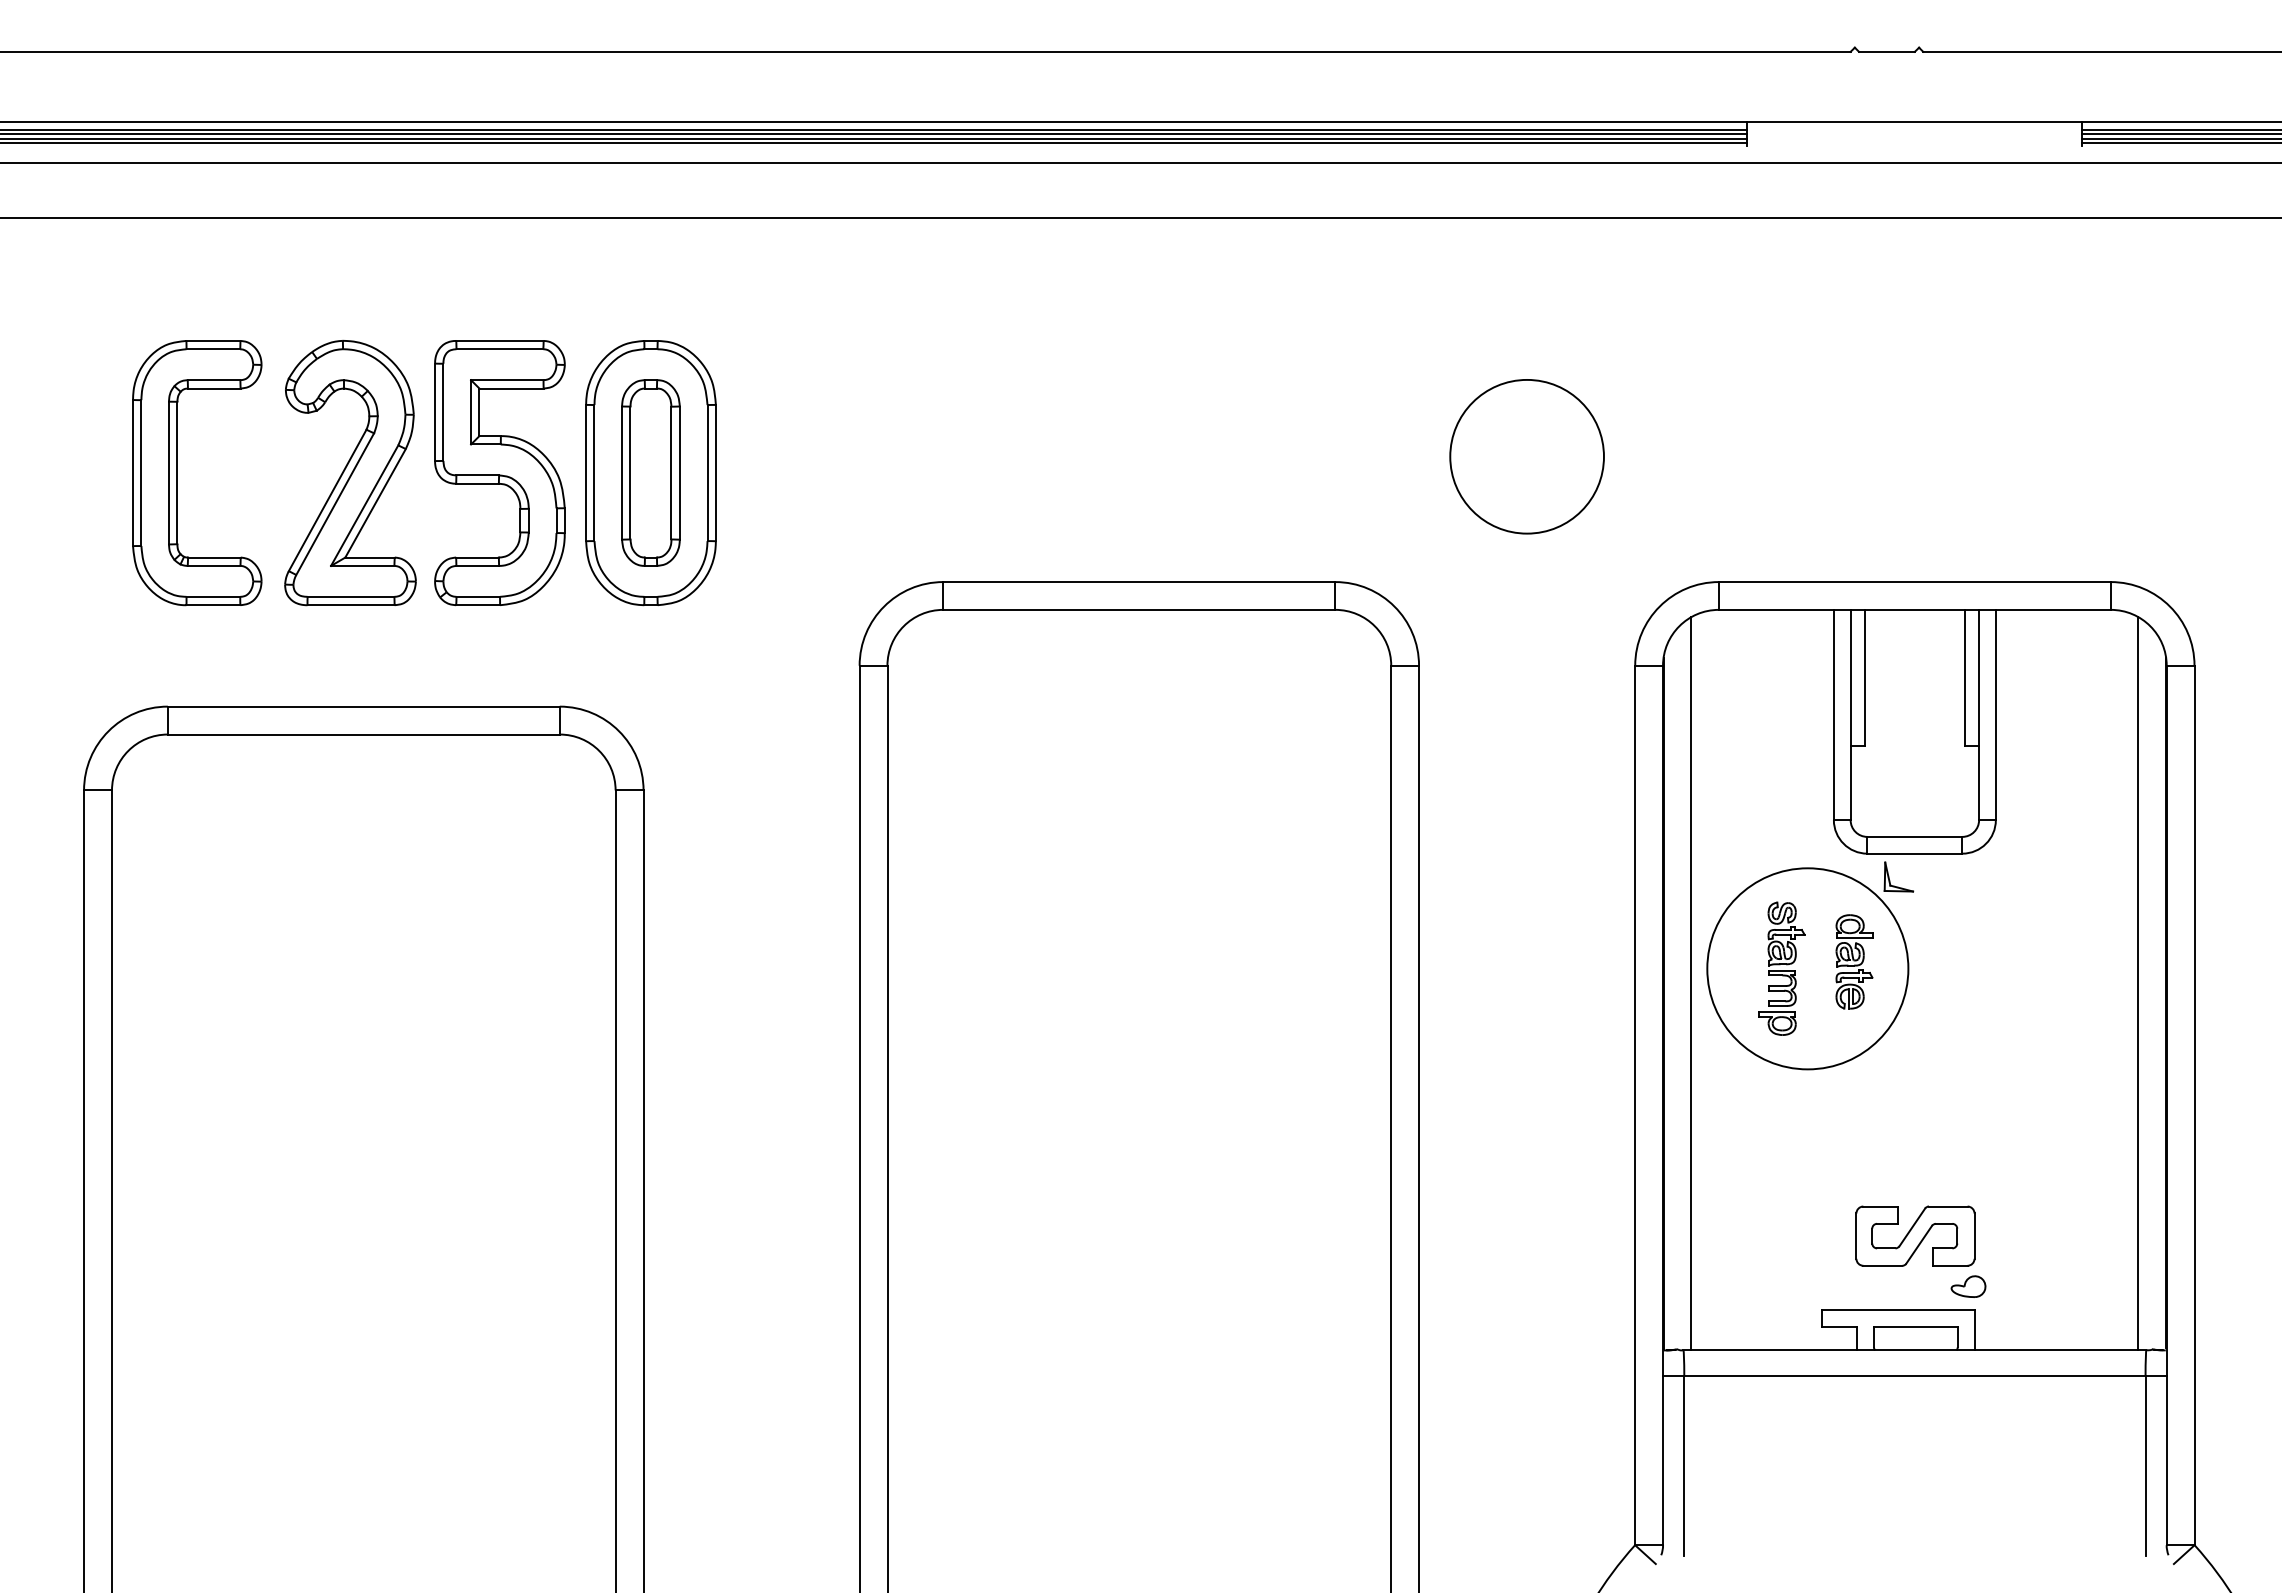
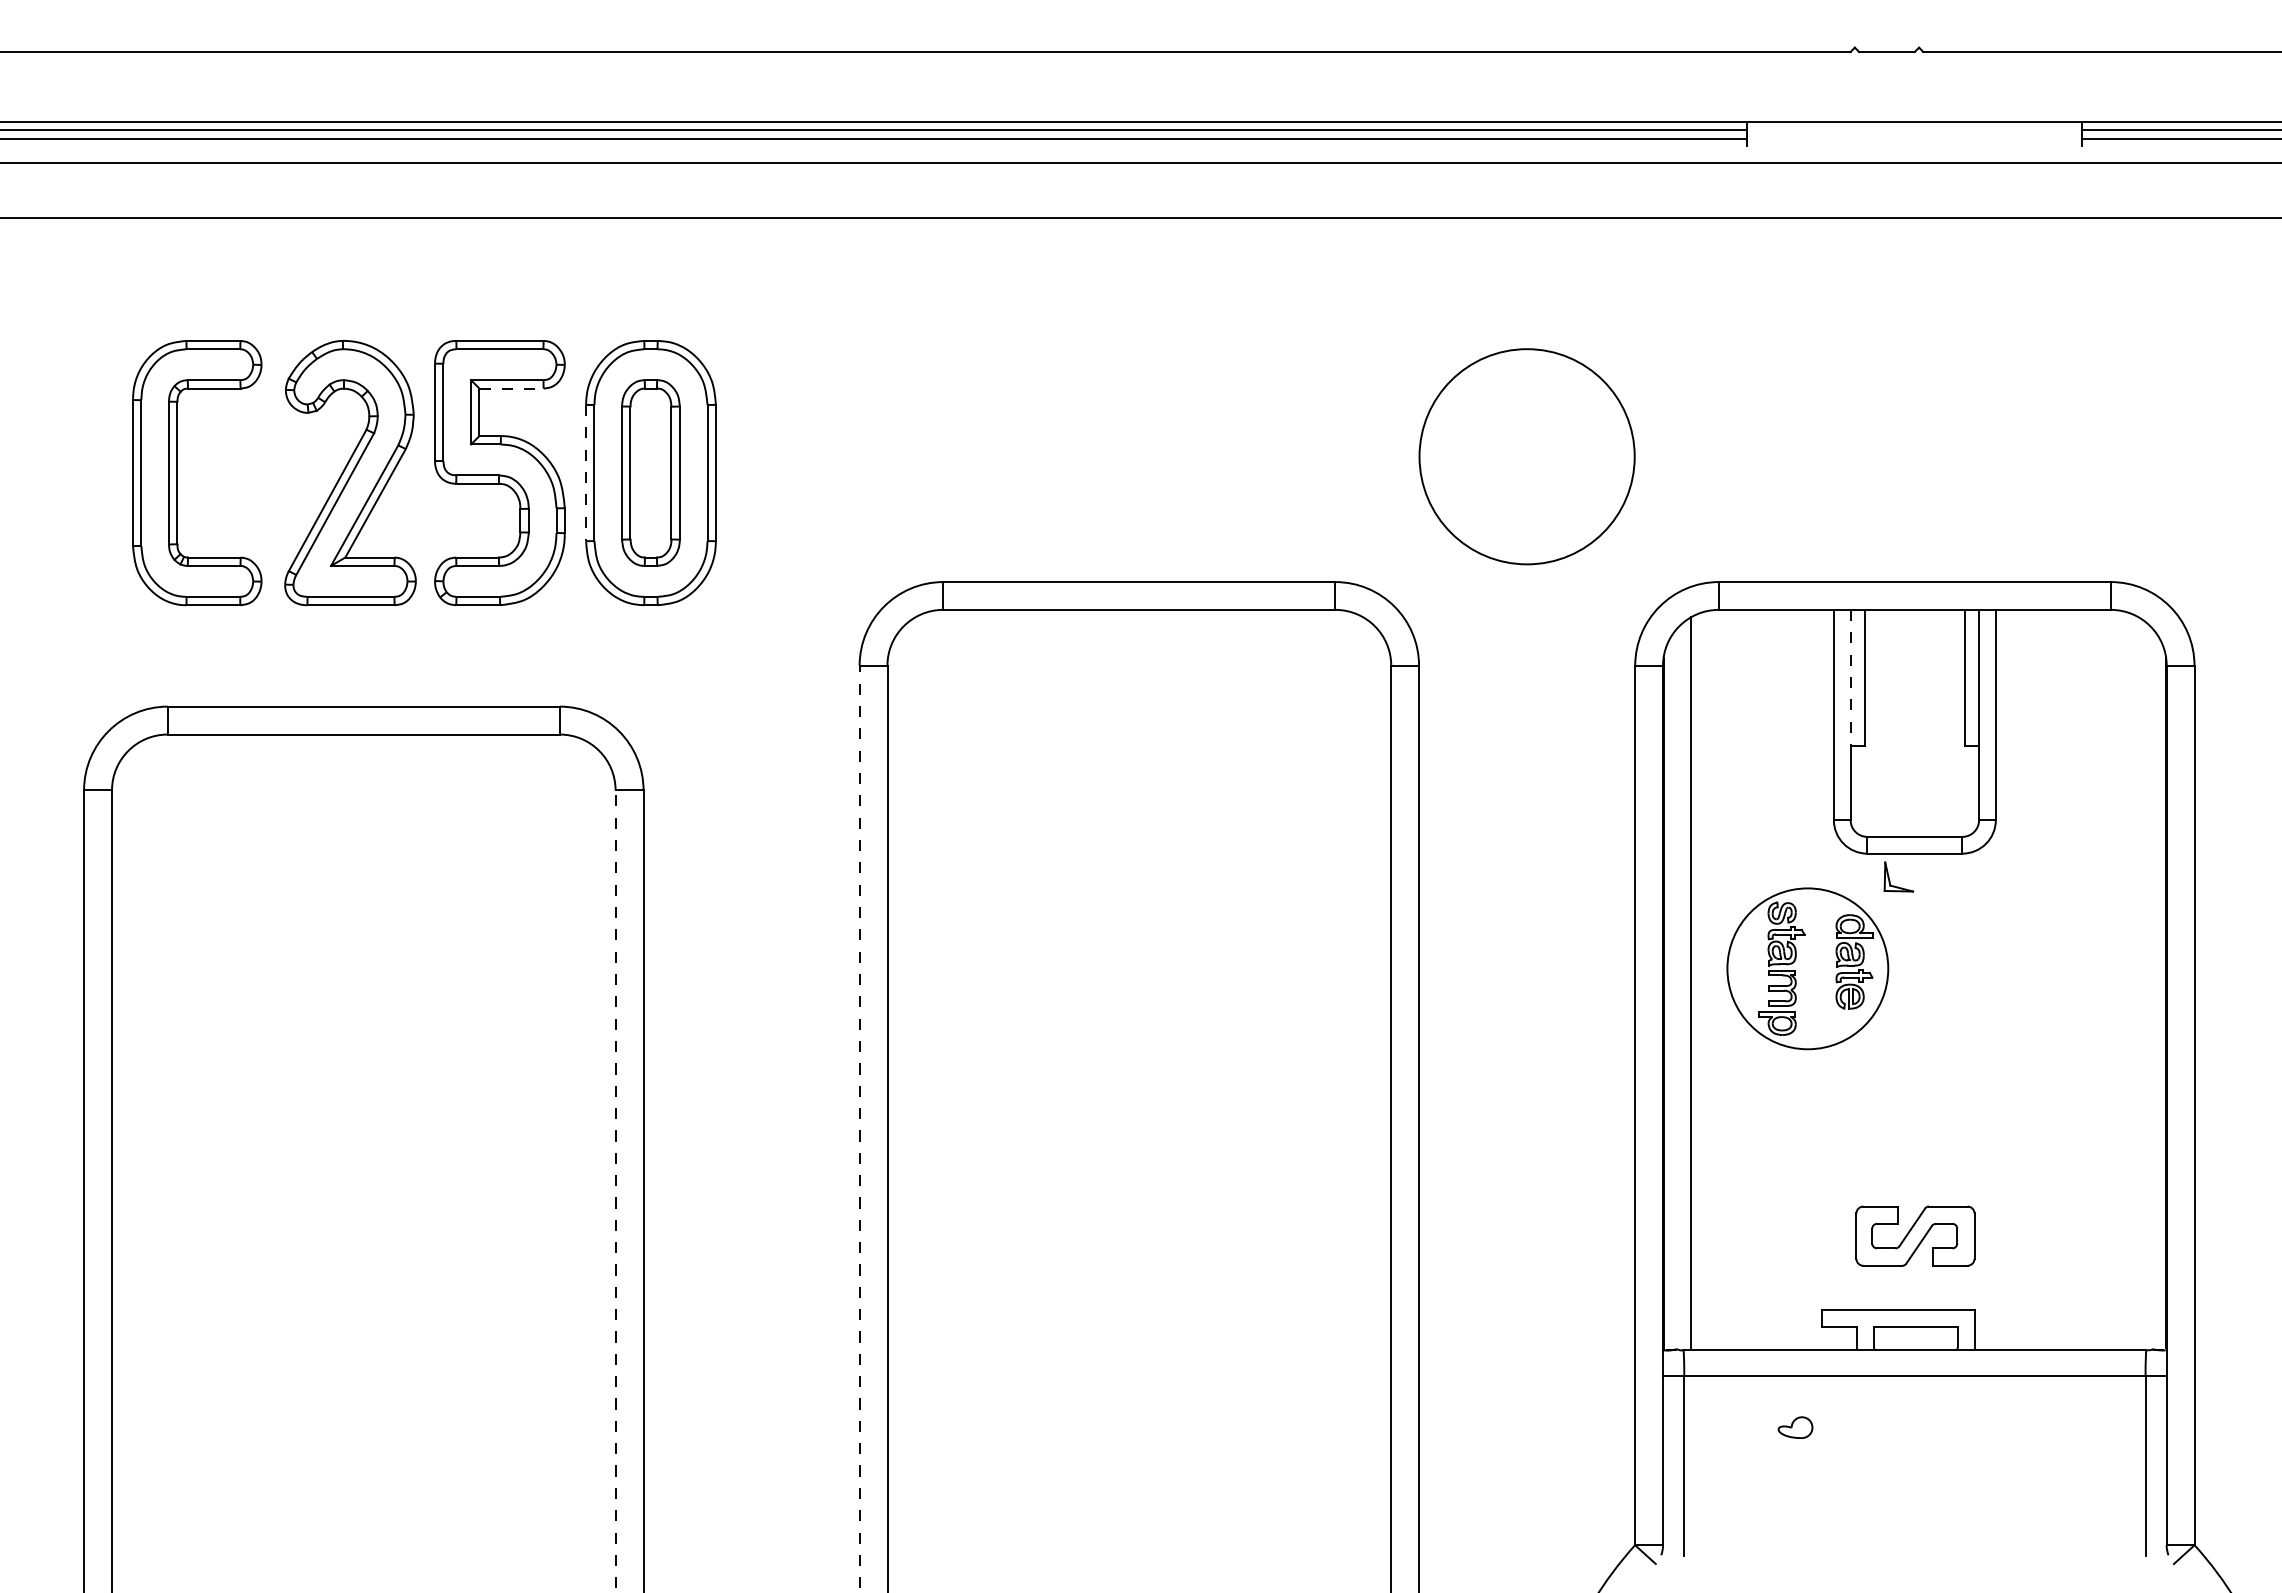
line at (874, 133): present -> none
line at (2180, 133): present -> none
line at (874, 143): present -> none
line at (2180, 143): present -> none
line at (512, 388): solid -> dashed
circle at (1526, 456) diameter: 154 px -> 215 px
line at (586, 473): solid -> dashed
line at (1850, 678): solid -> dashed
circle at (1807, 968) diameter: 201 px -> 161 px
line at (2138, 983): present -> none
line at (859, 1128): solid -> dashed
line at (615, 1191): solid -> dashed
part at (1968, 1286) position: (1968, 1286) -> (1795, 1427)
